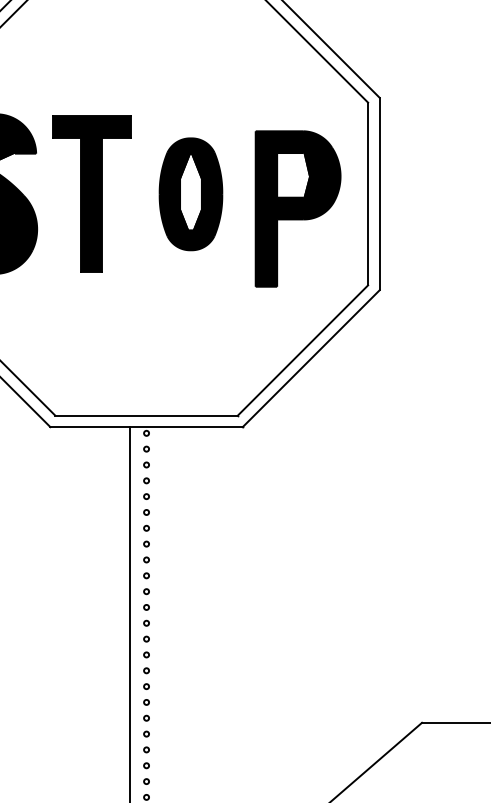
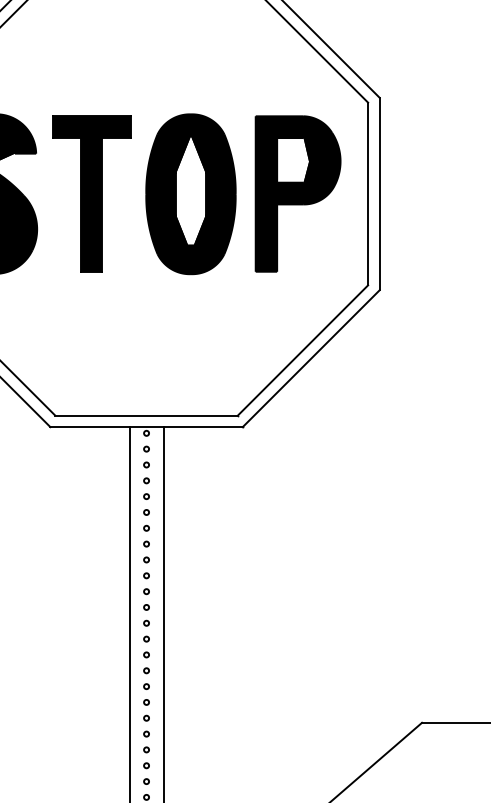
part at (190, 194) size: 66x115 px -> 92x163 px
part at (297, 208) position: (297, 208) -> (297, 193)
line at (163, 613): none -> present
